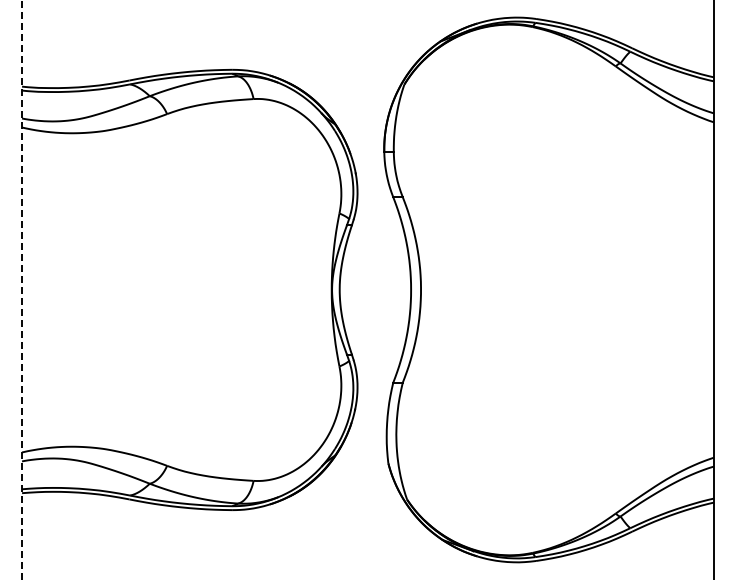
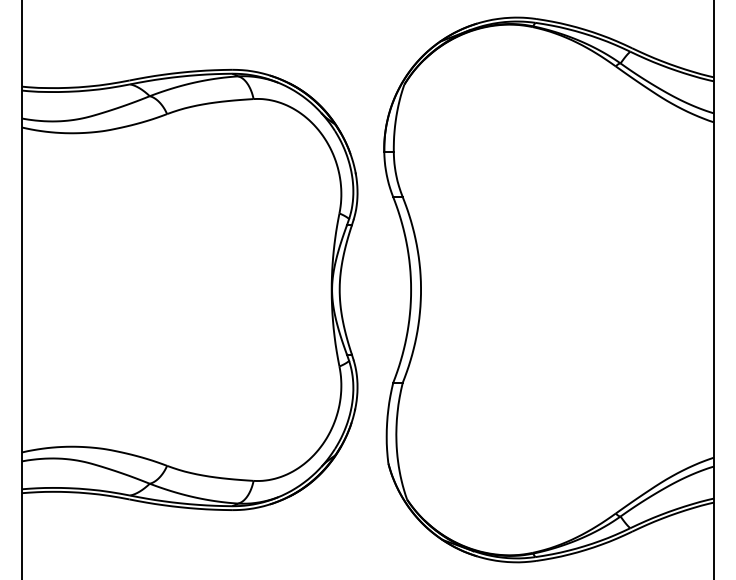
line at (22, 289): dashed -> solid
